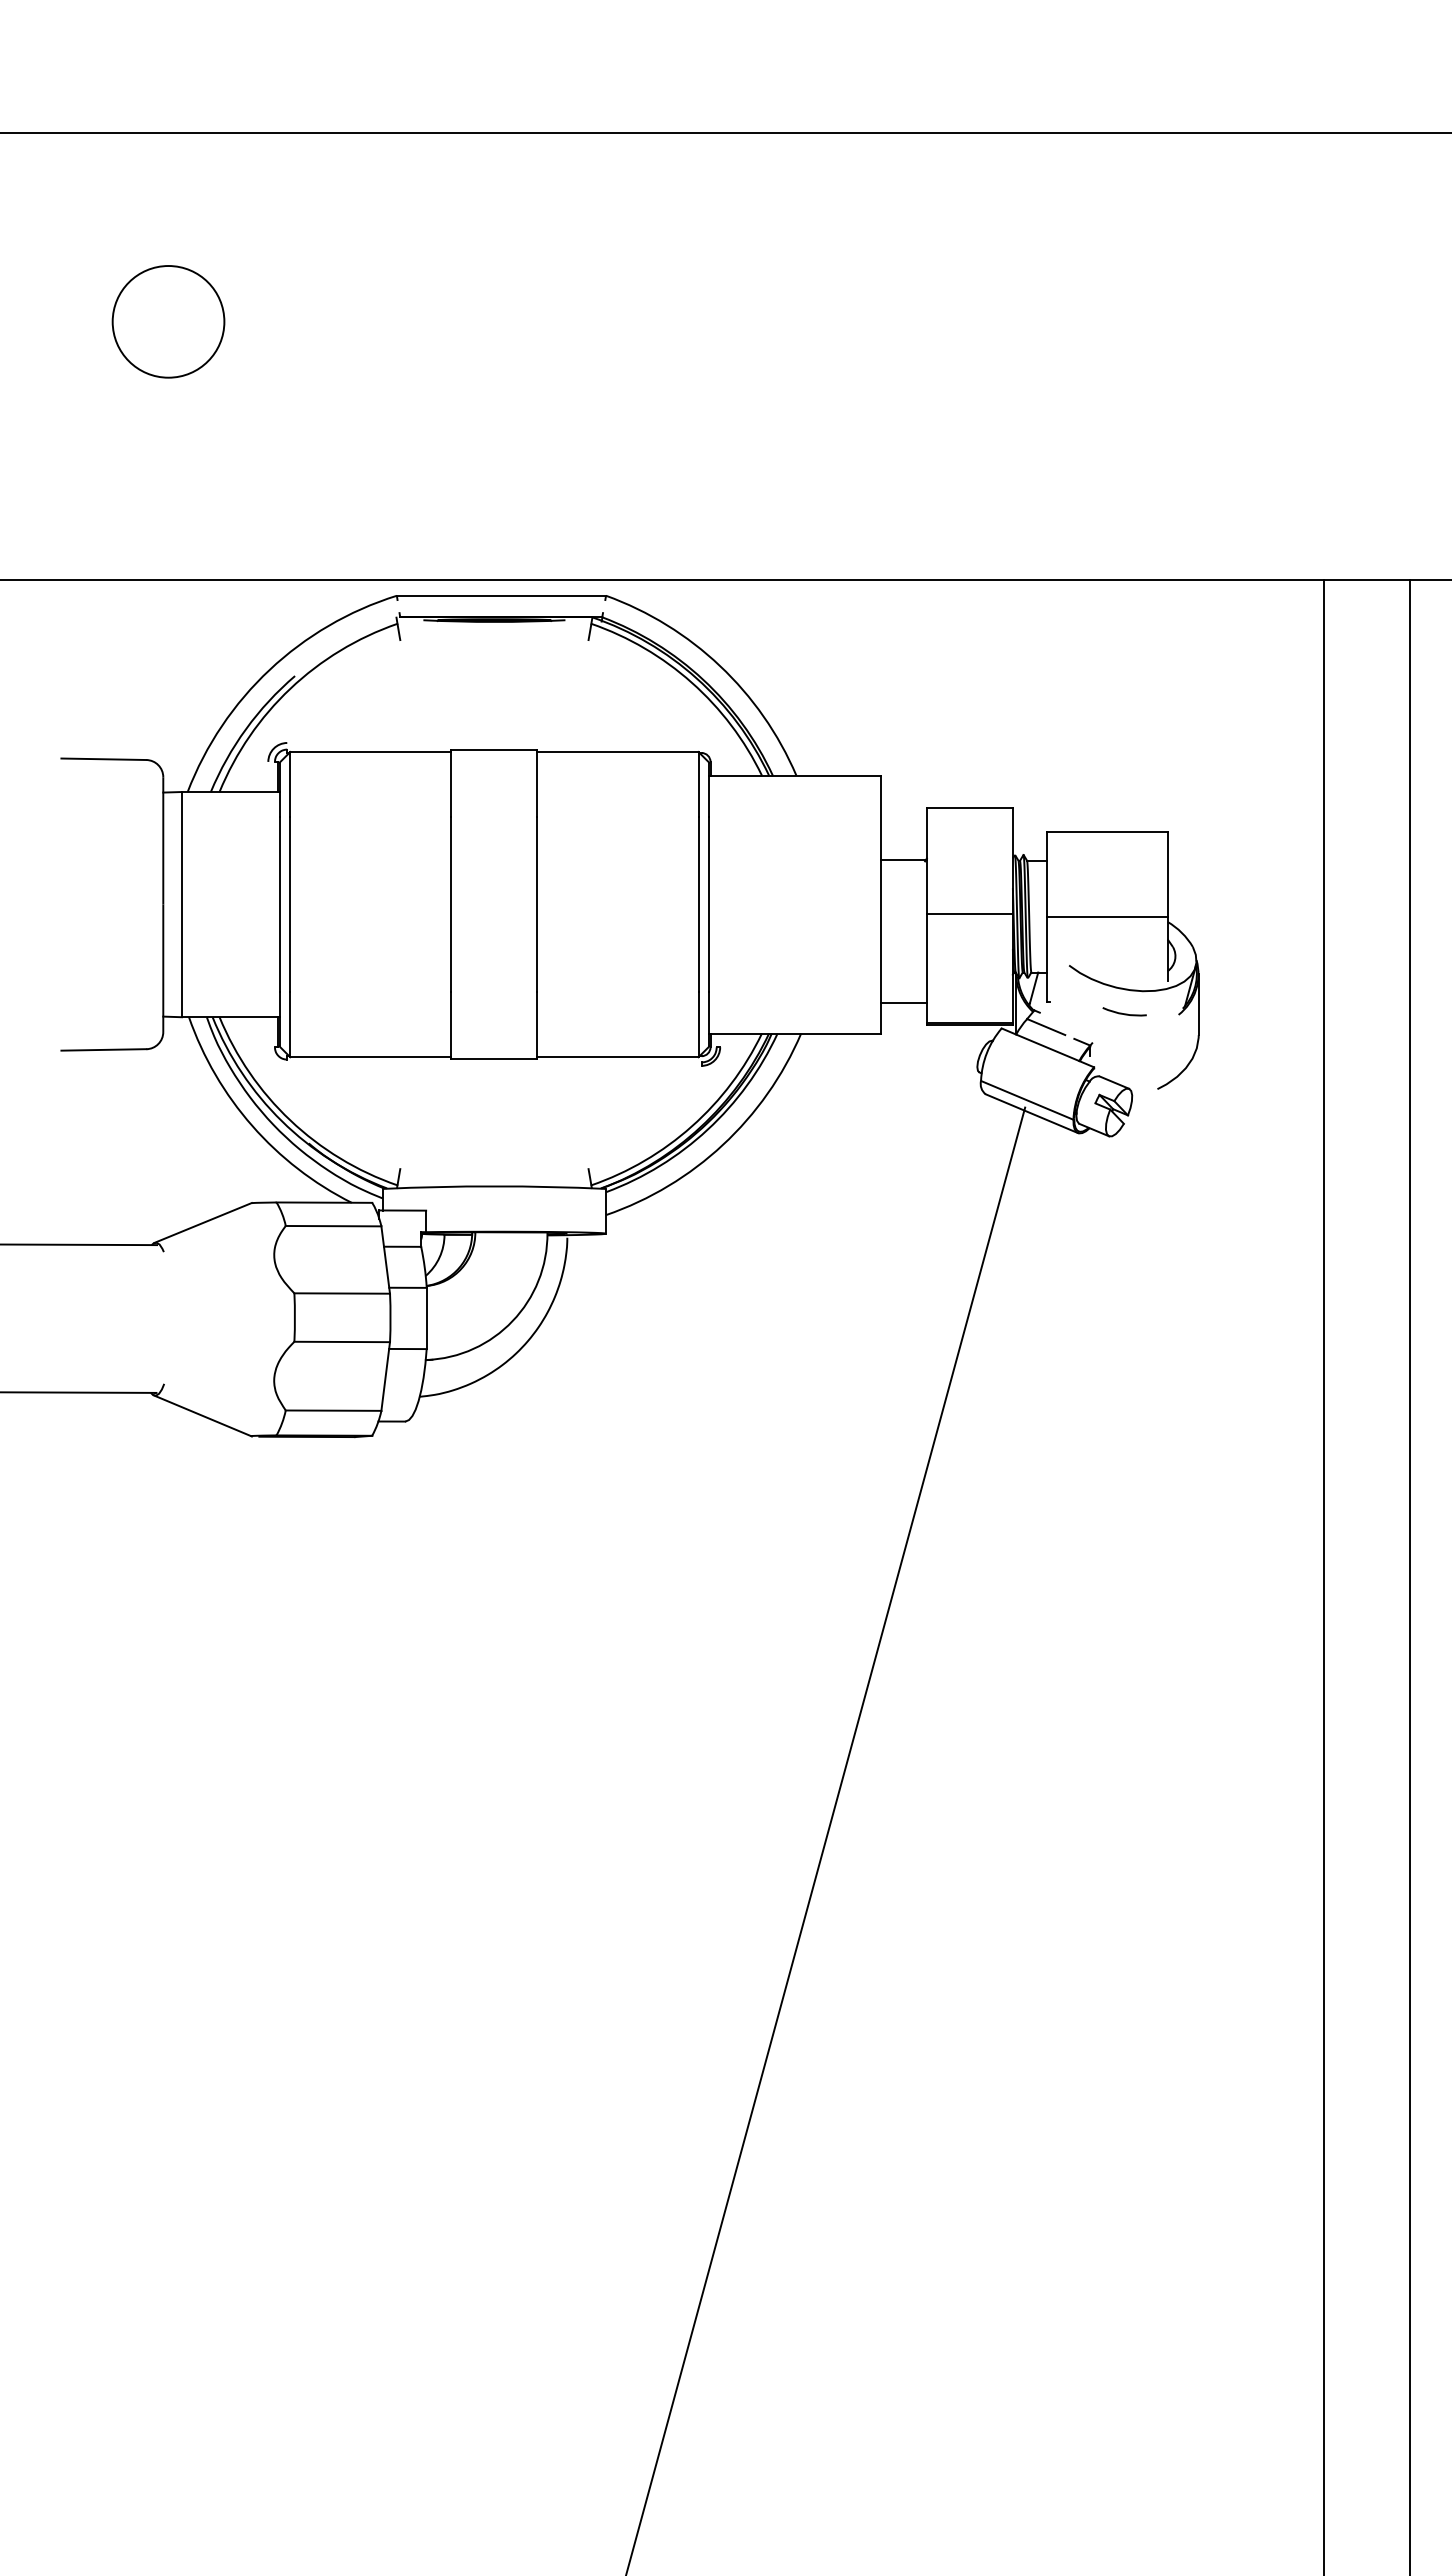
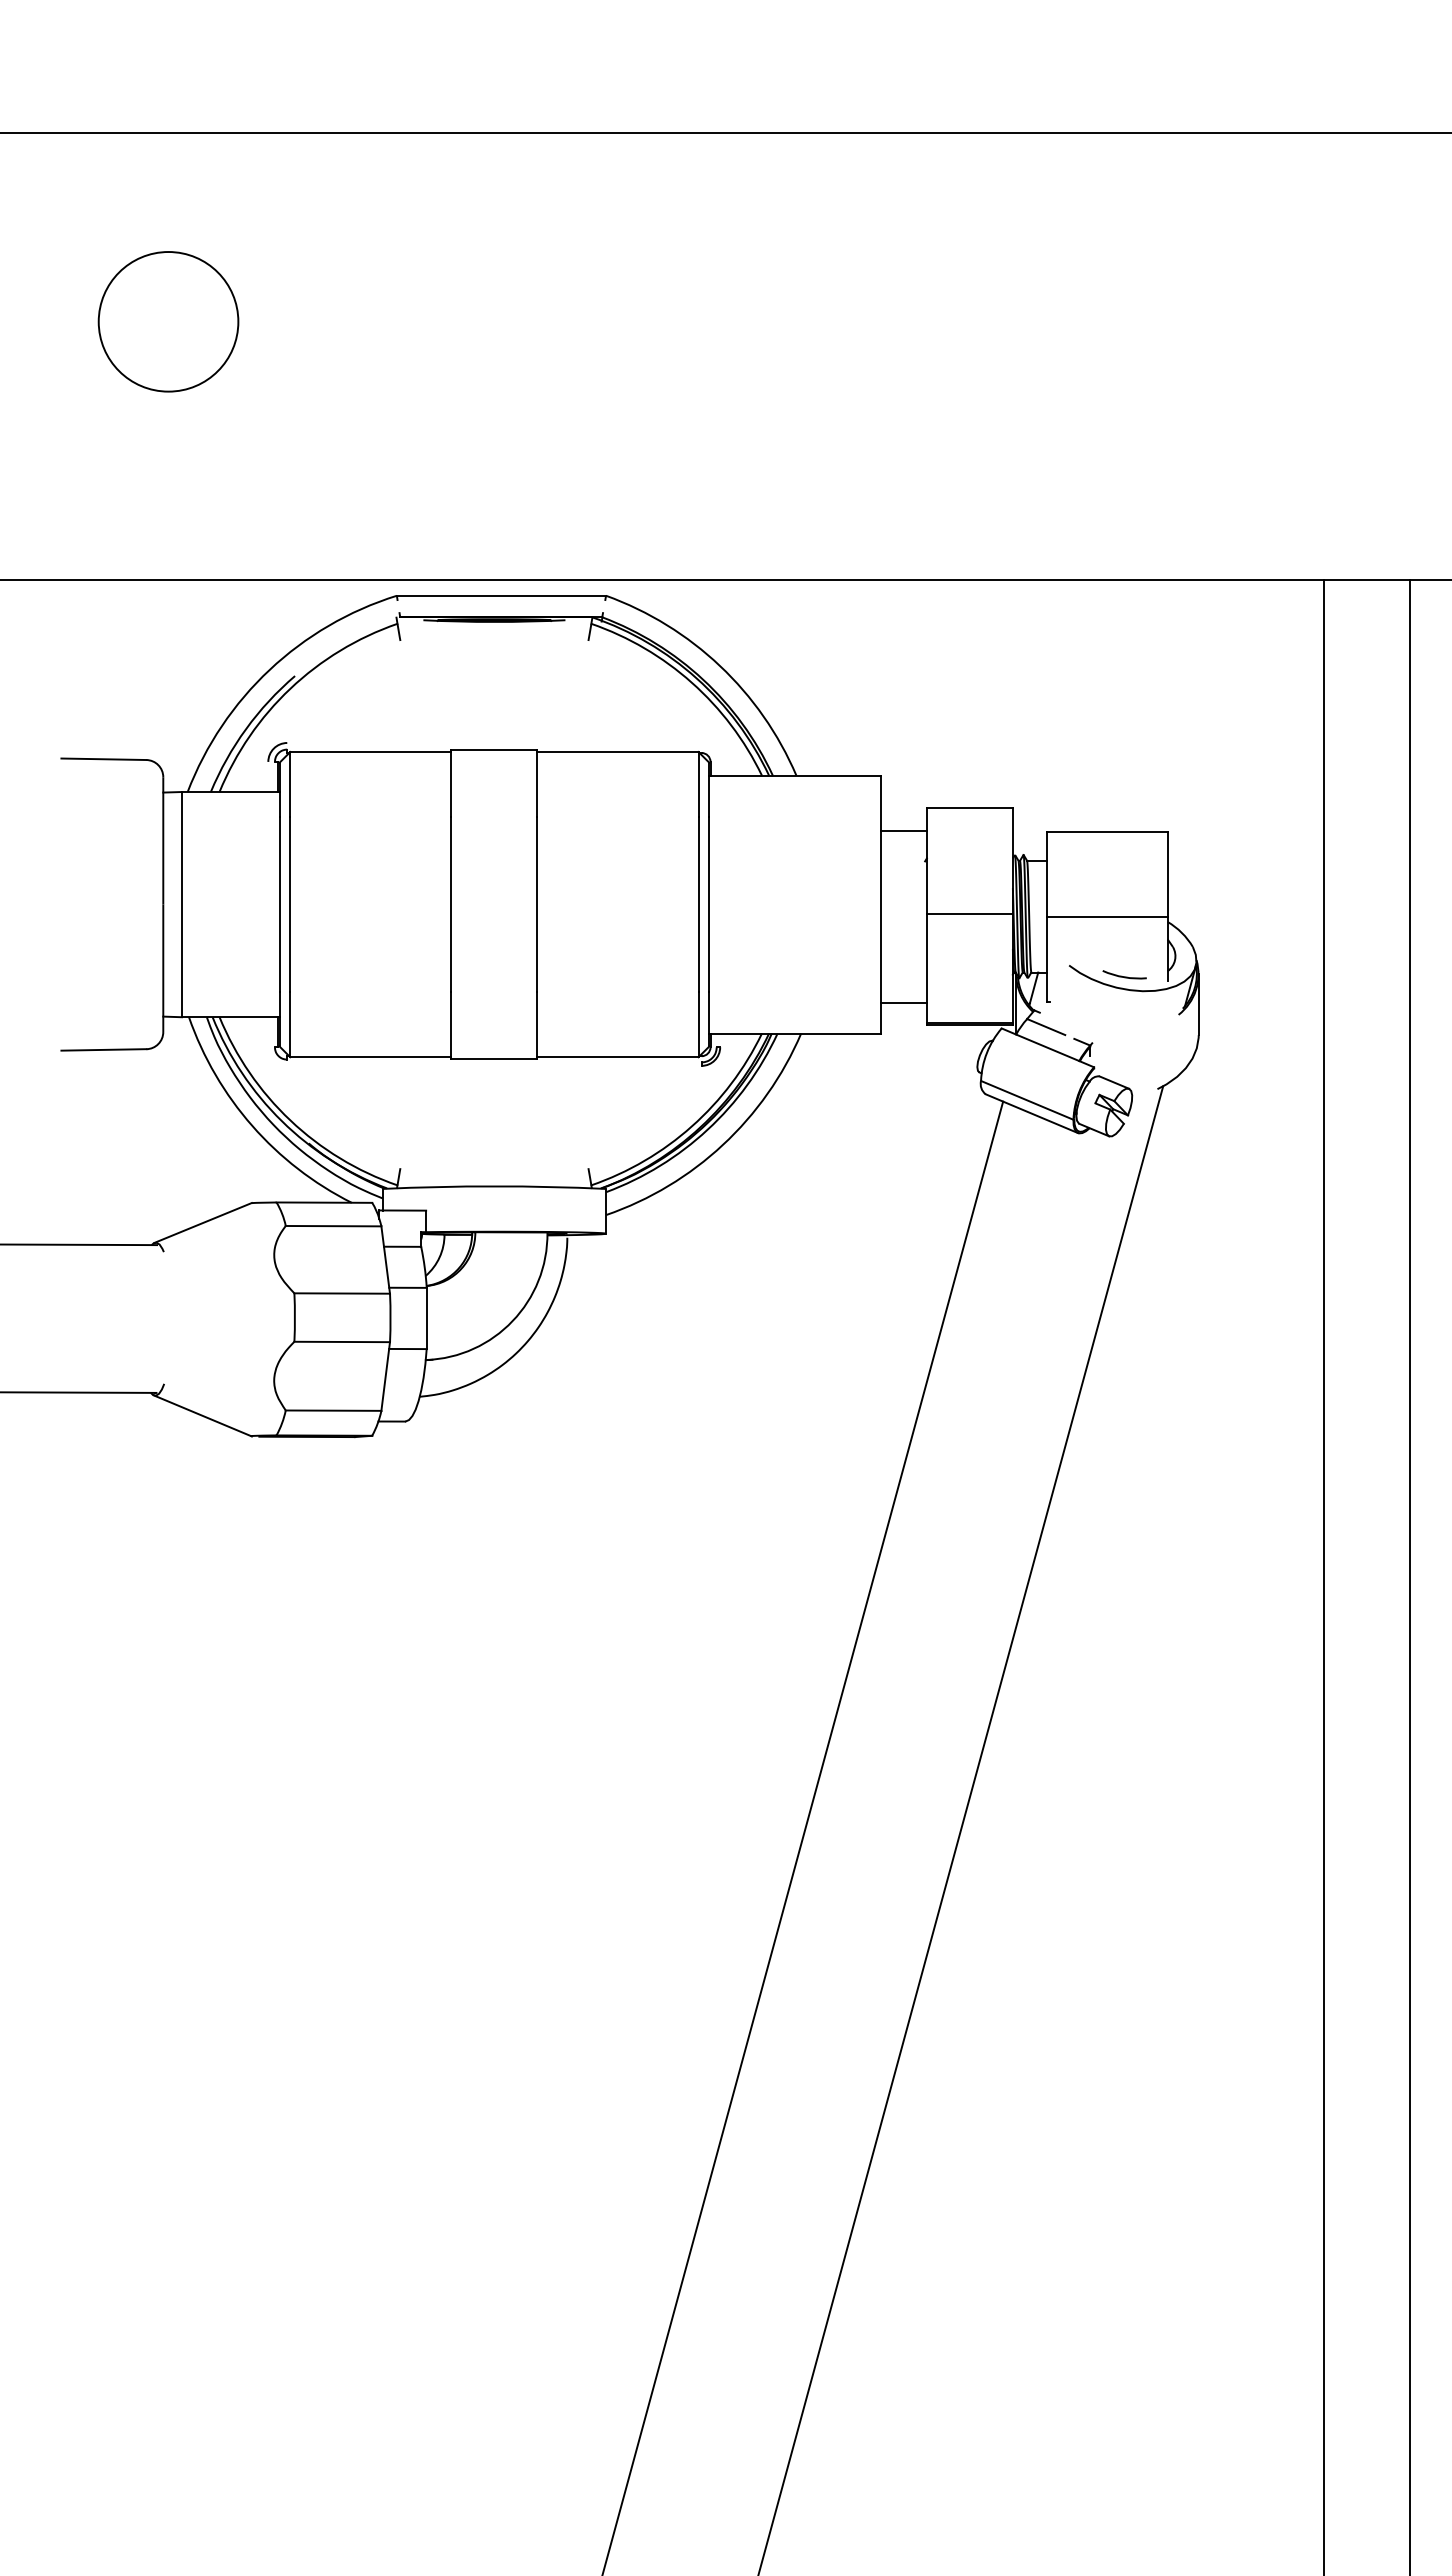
circle at (168, 321) size: 115x114 px -> 143x142 px
line at (903, 859) position: (903, 859) -> (903, 830)
arc at (1124, 1013) position: (1124, 1013) -> (1124, 976)
line at (961, 1829): none -> present
line at (825, 1839) position: (825, 1839) -> (803, 1836)
